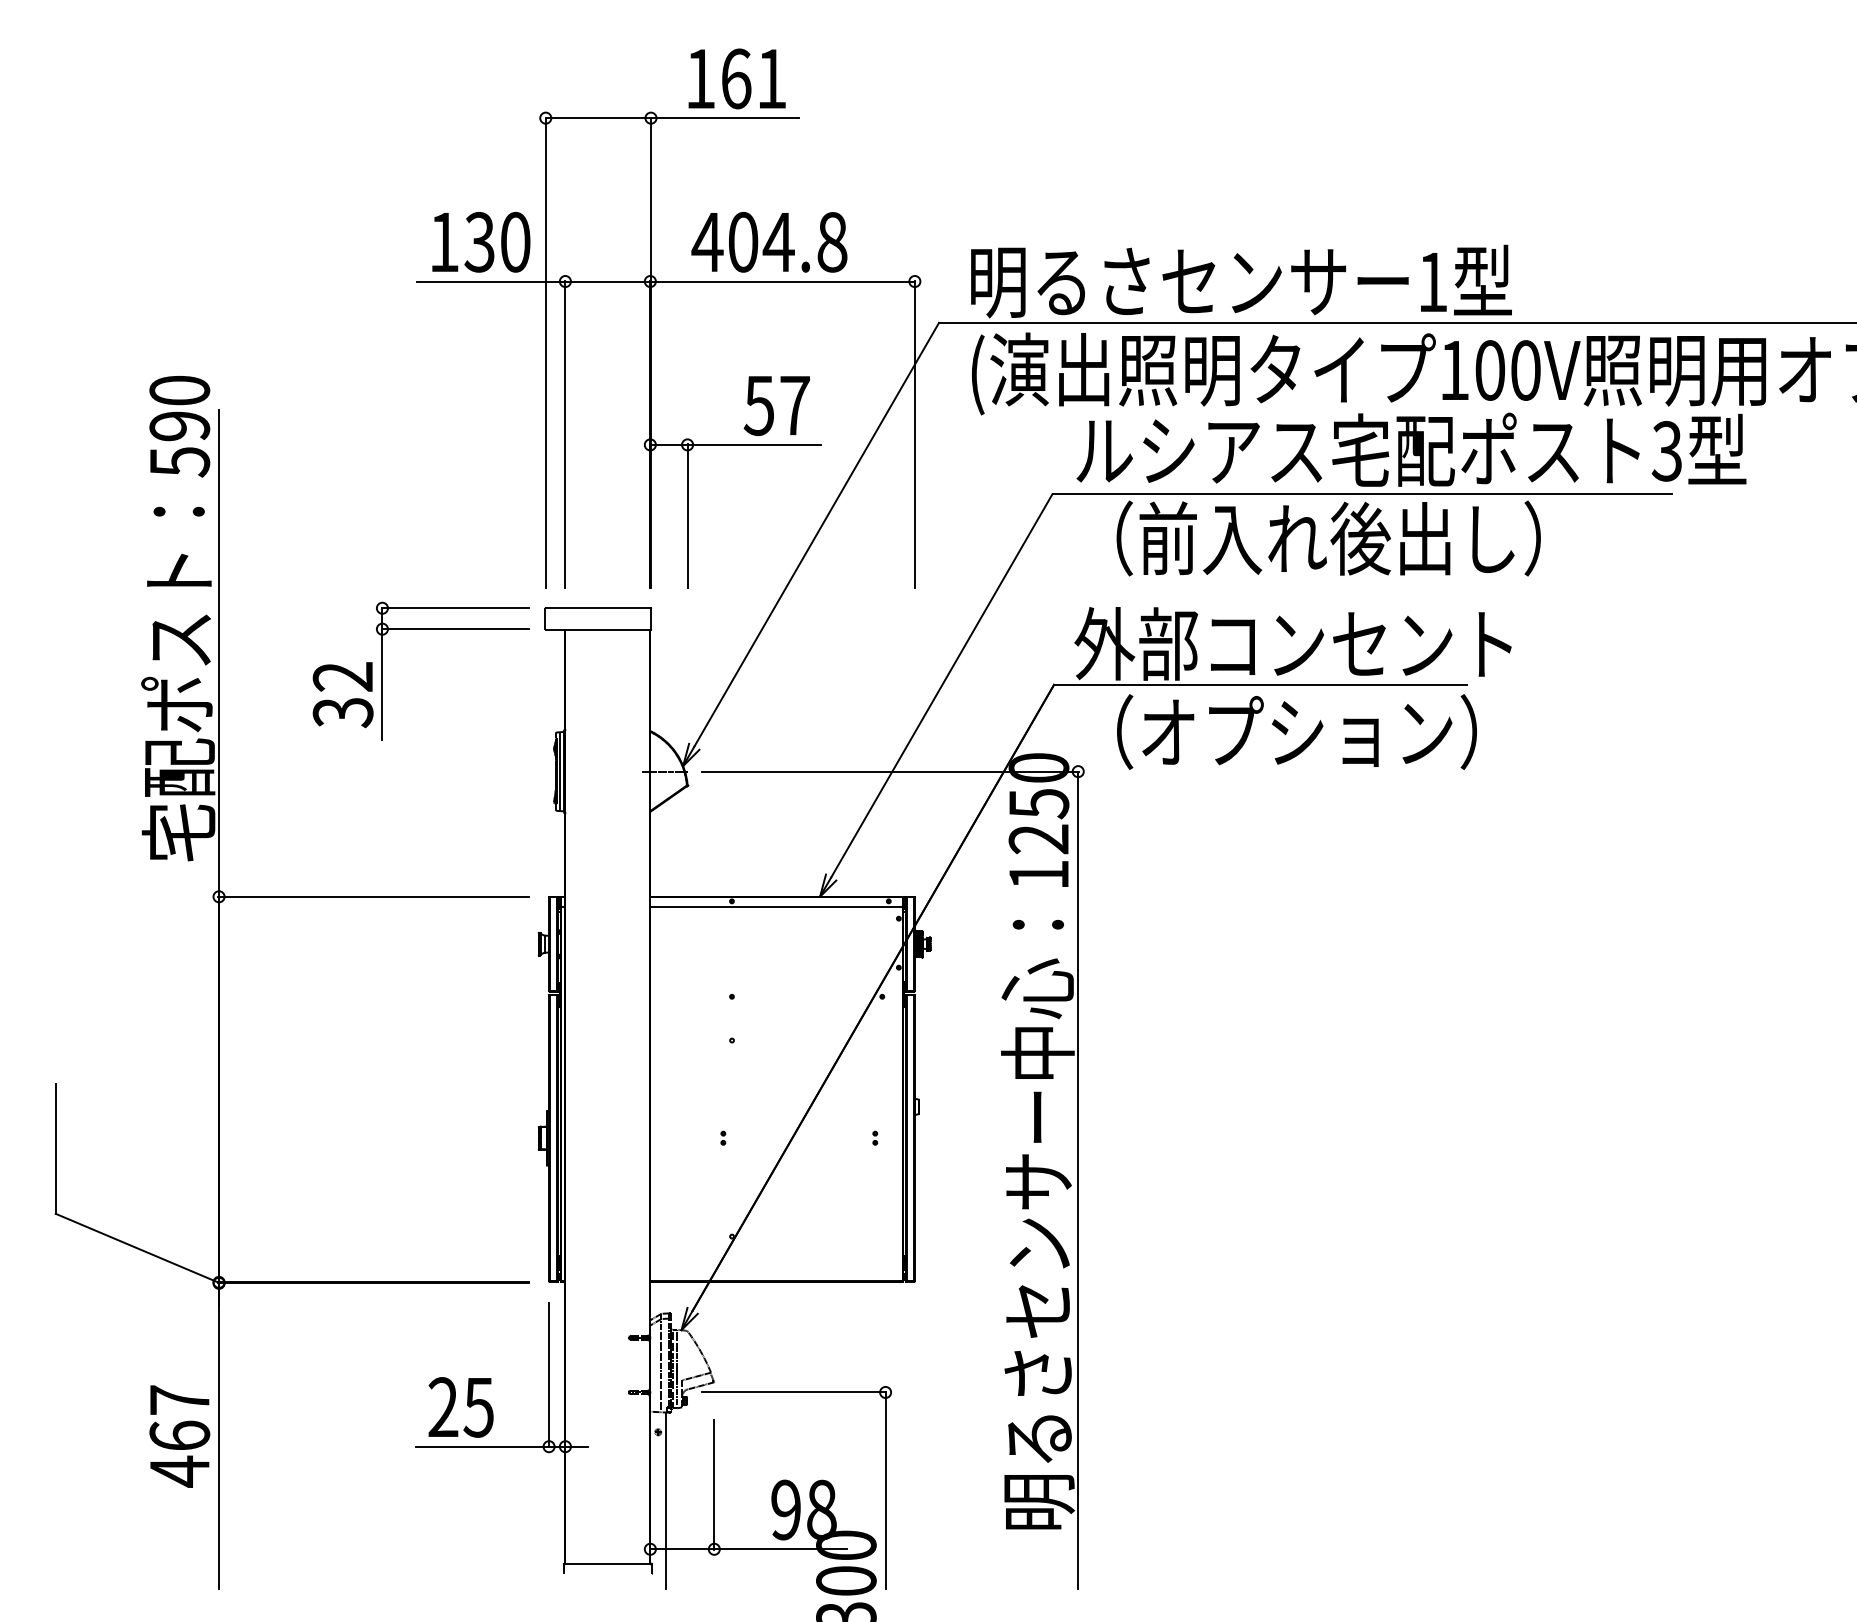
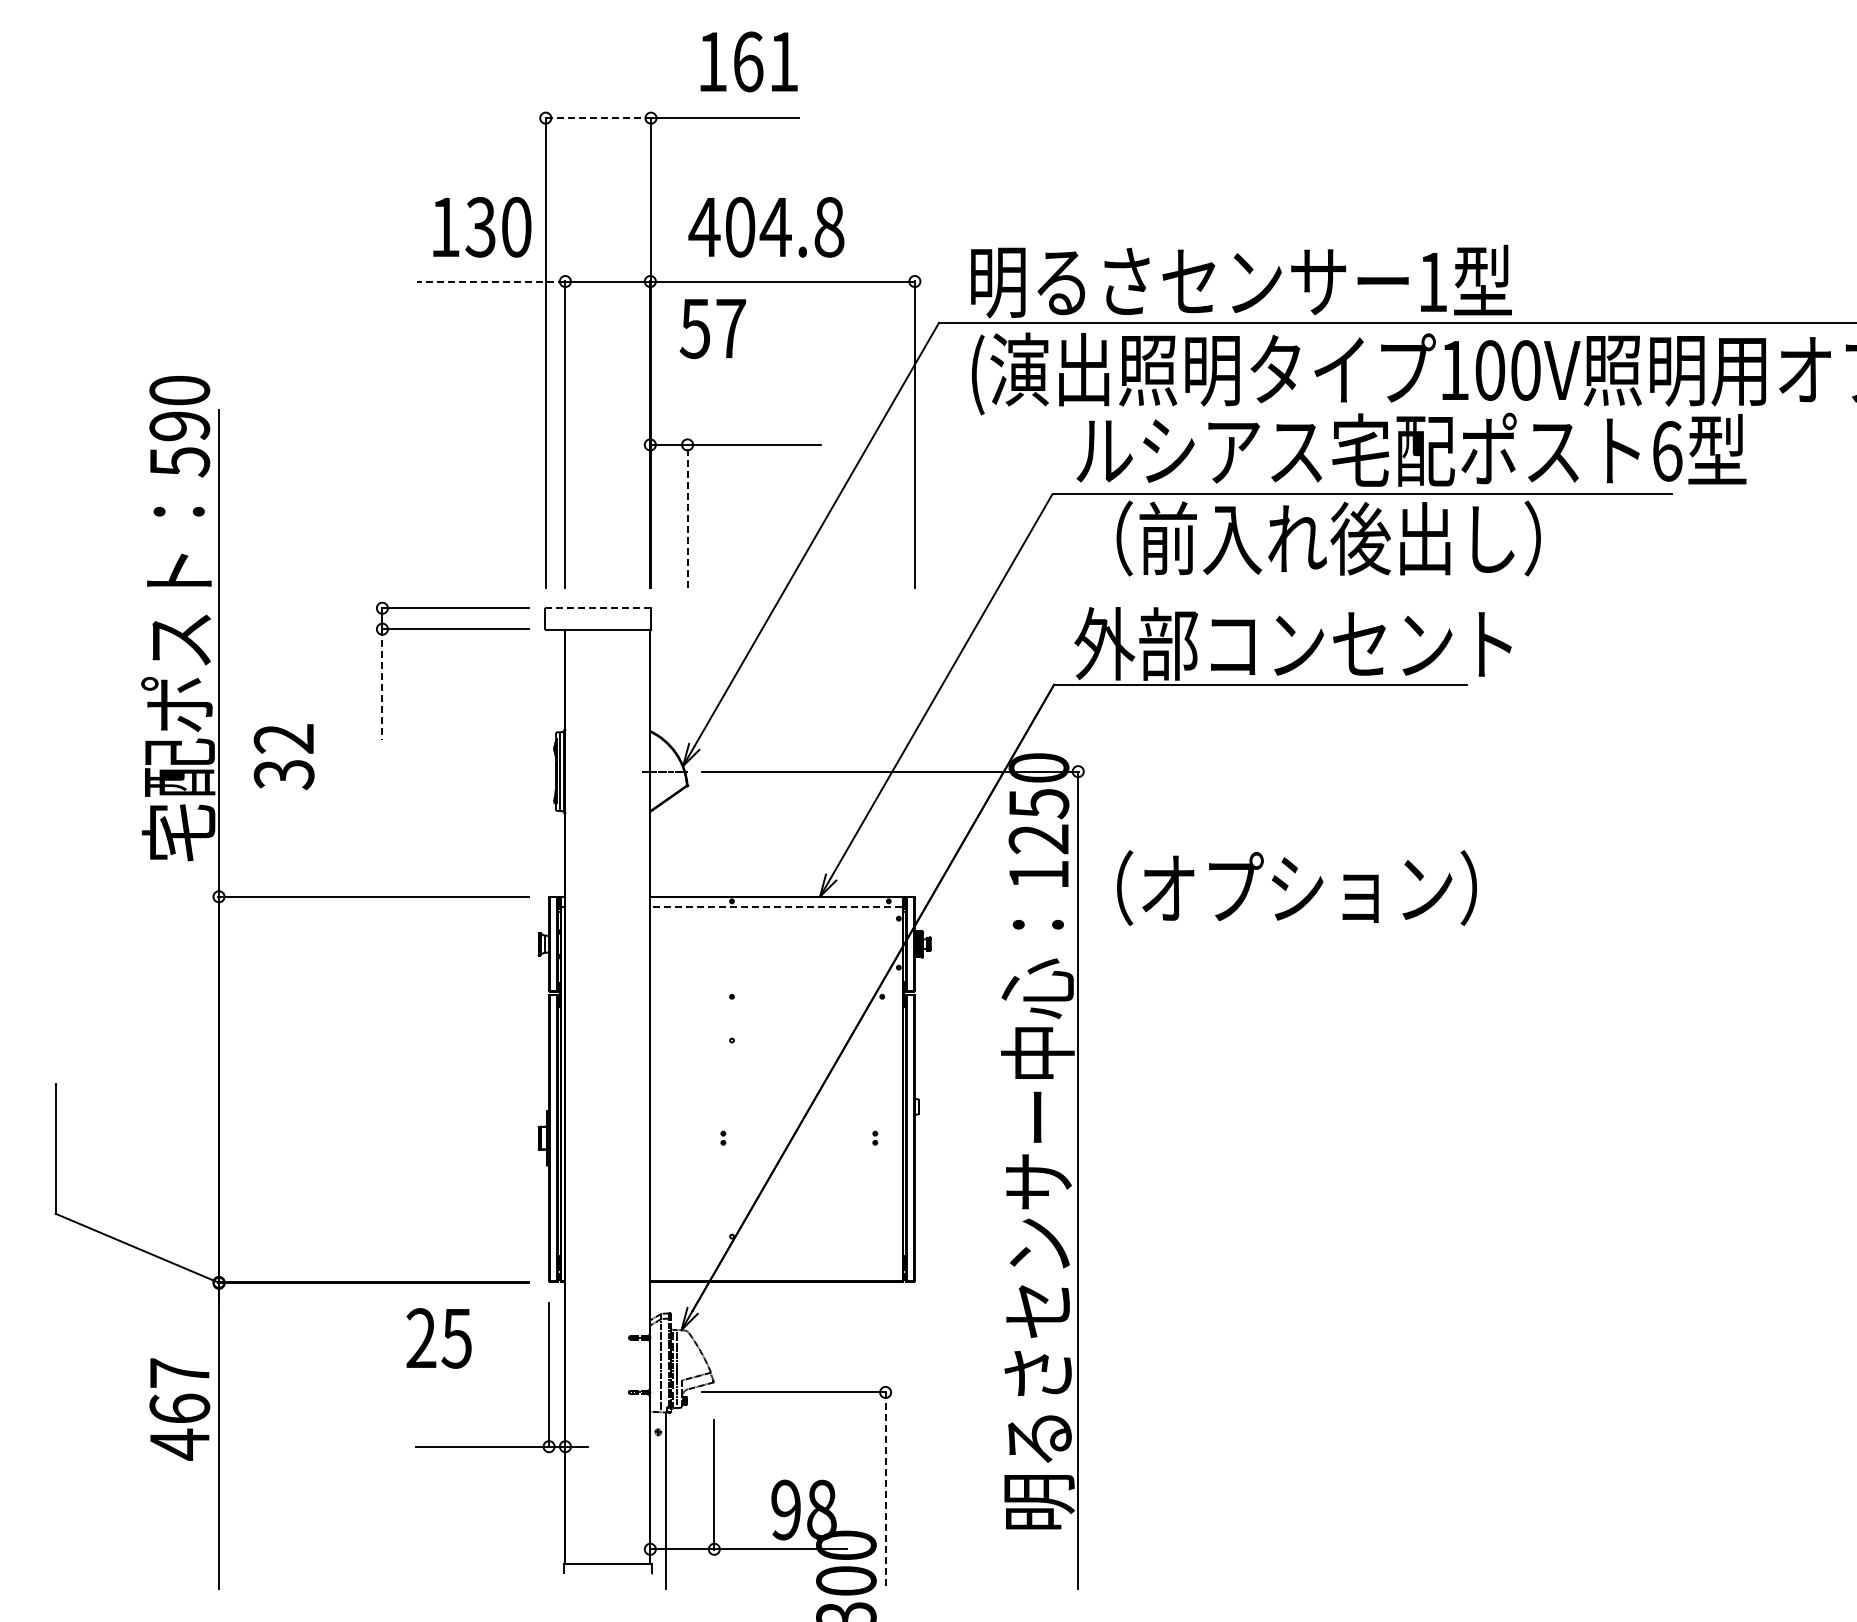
text at (736, 78) position: (736, 78) -> (748, 61)
line at (598, 118): solid -> dashed
text at (481, 242) position: (481, 242) -> (482, 227)
text at (769, 242) position: (769, 242) -> (766, 227)
line at (490, 281): solid -> dashed
text at (776, 406) position: (776, 406) -> (712, 329)
text at (1666, 451): 3 -> 6
line at (687, 515): solid -> dashed
line at (597, 607): solid -> dashed
line at (382, 685): solid -> dashed
text at (342, 695) position: (342, 695) -> (283, 757)
text at (1296, 731) position: (1296, 731) -> (1296, 887)
line at (776, 906): solid -> dashed
text at (460, 1407) position: (460, 1407) -> (438, 1338)
text at (179, 1436) position: (179, 1436) -> (179, 1409)
line at (885, 1490): solid -> dashed
